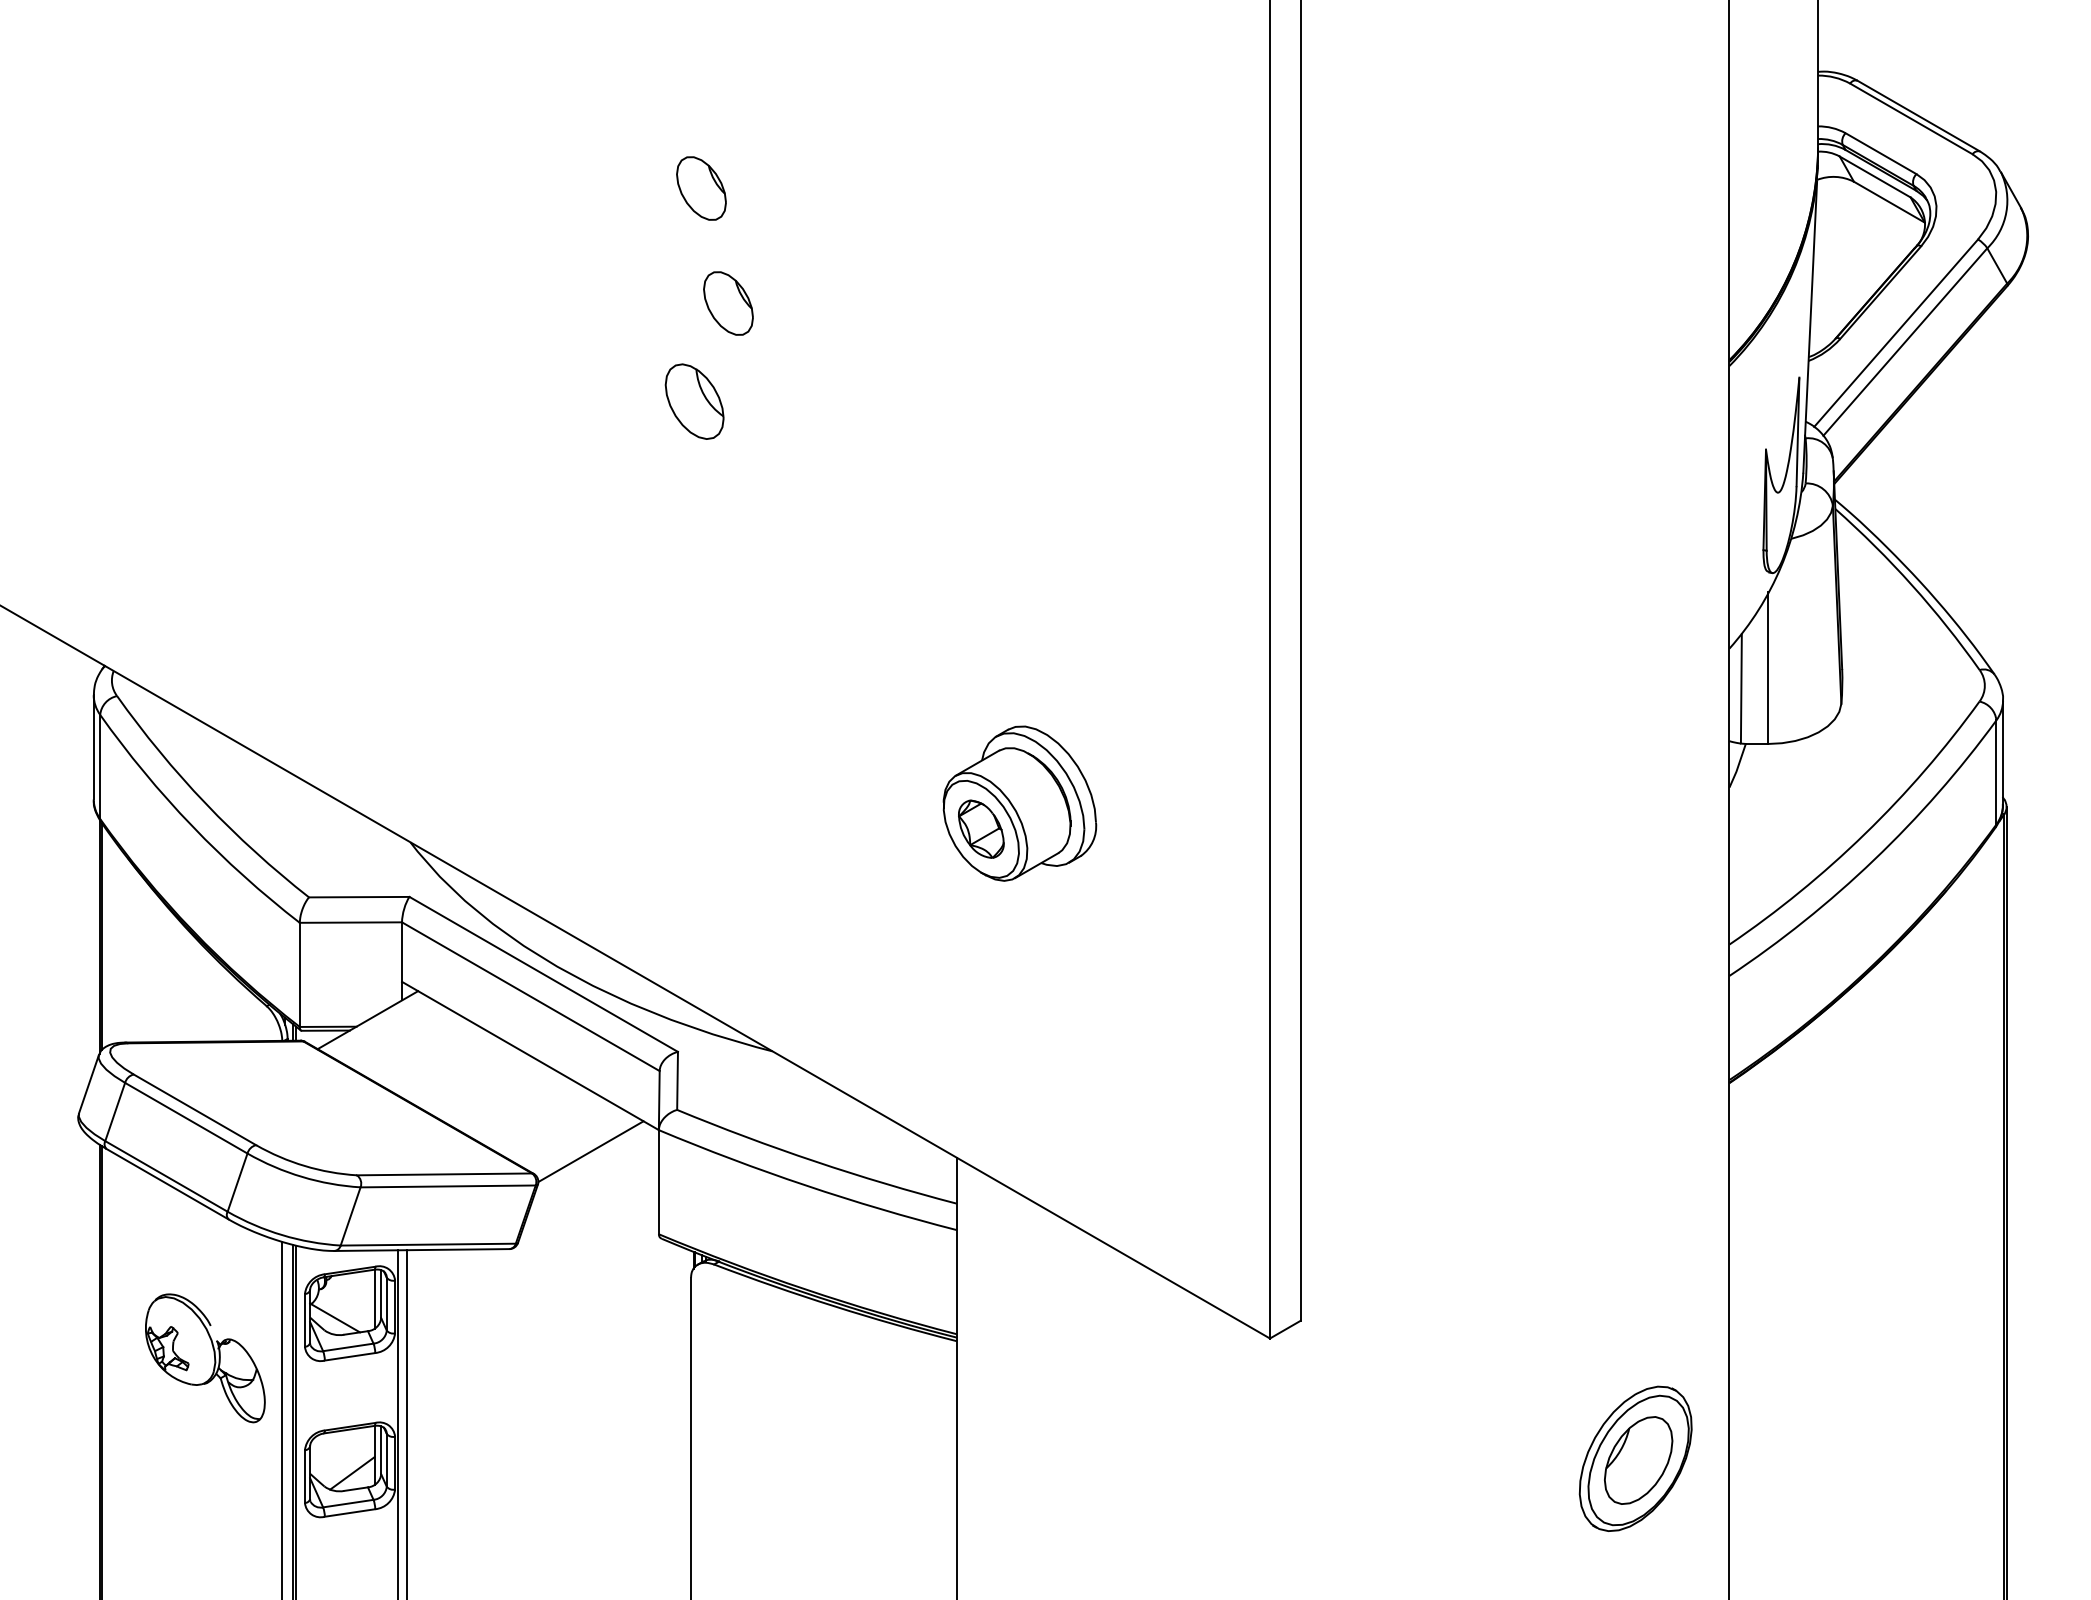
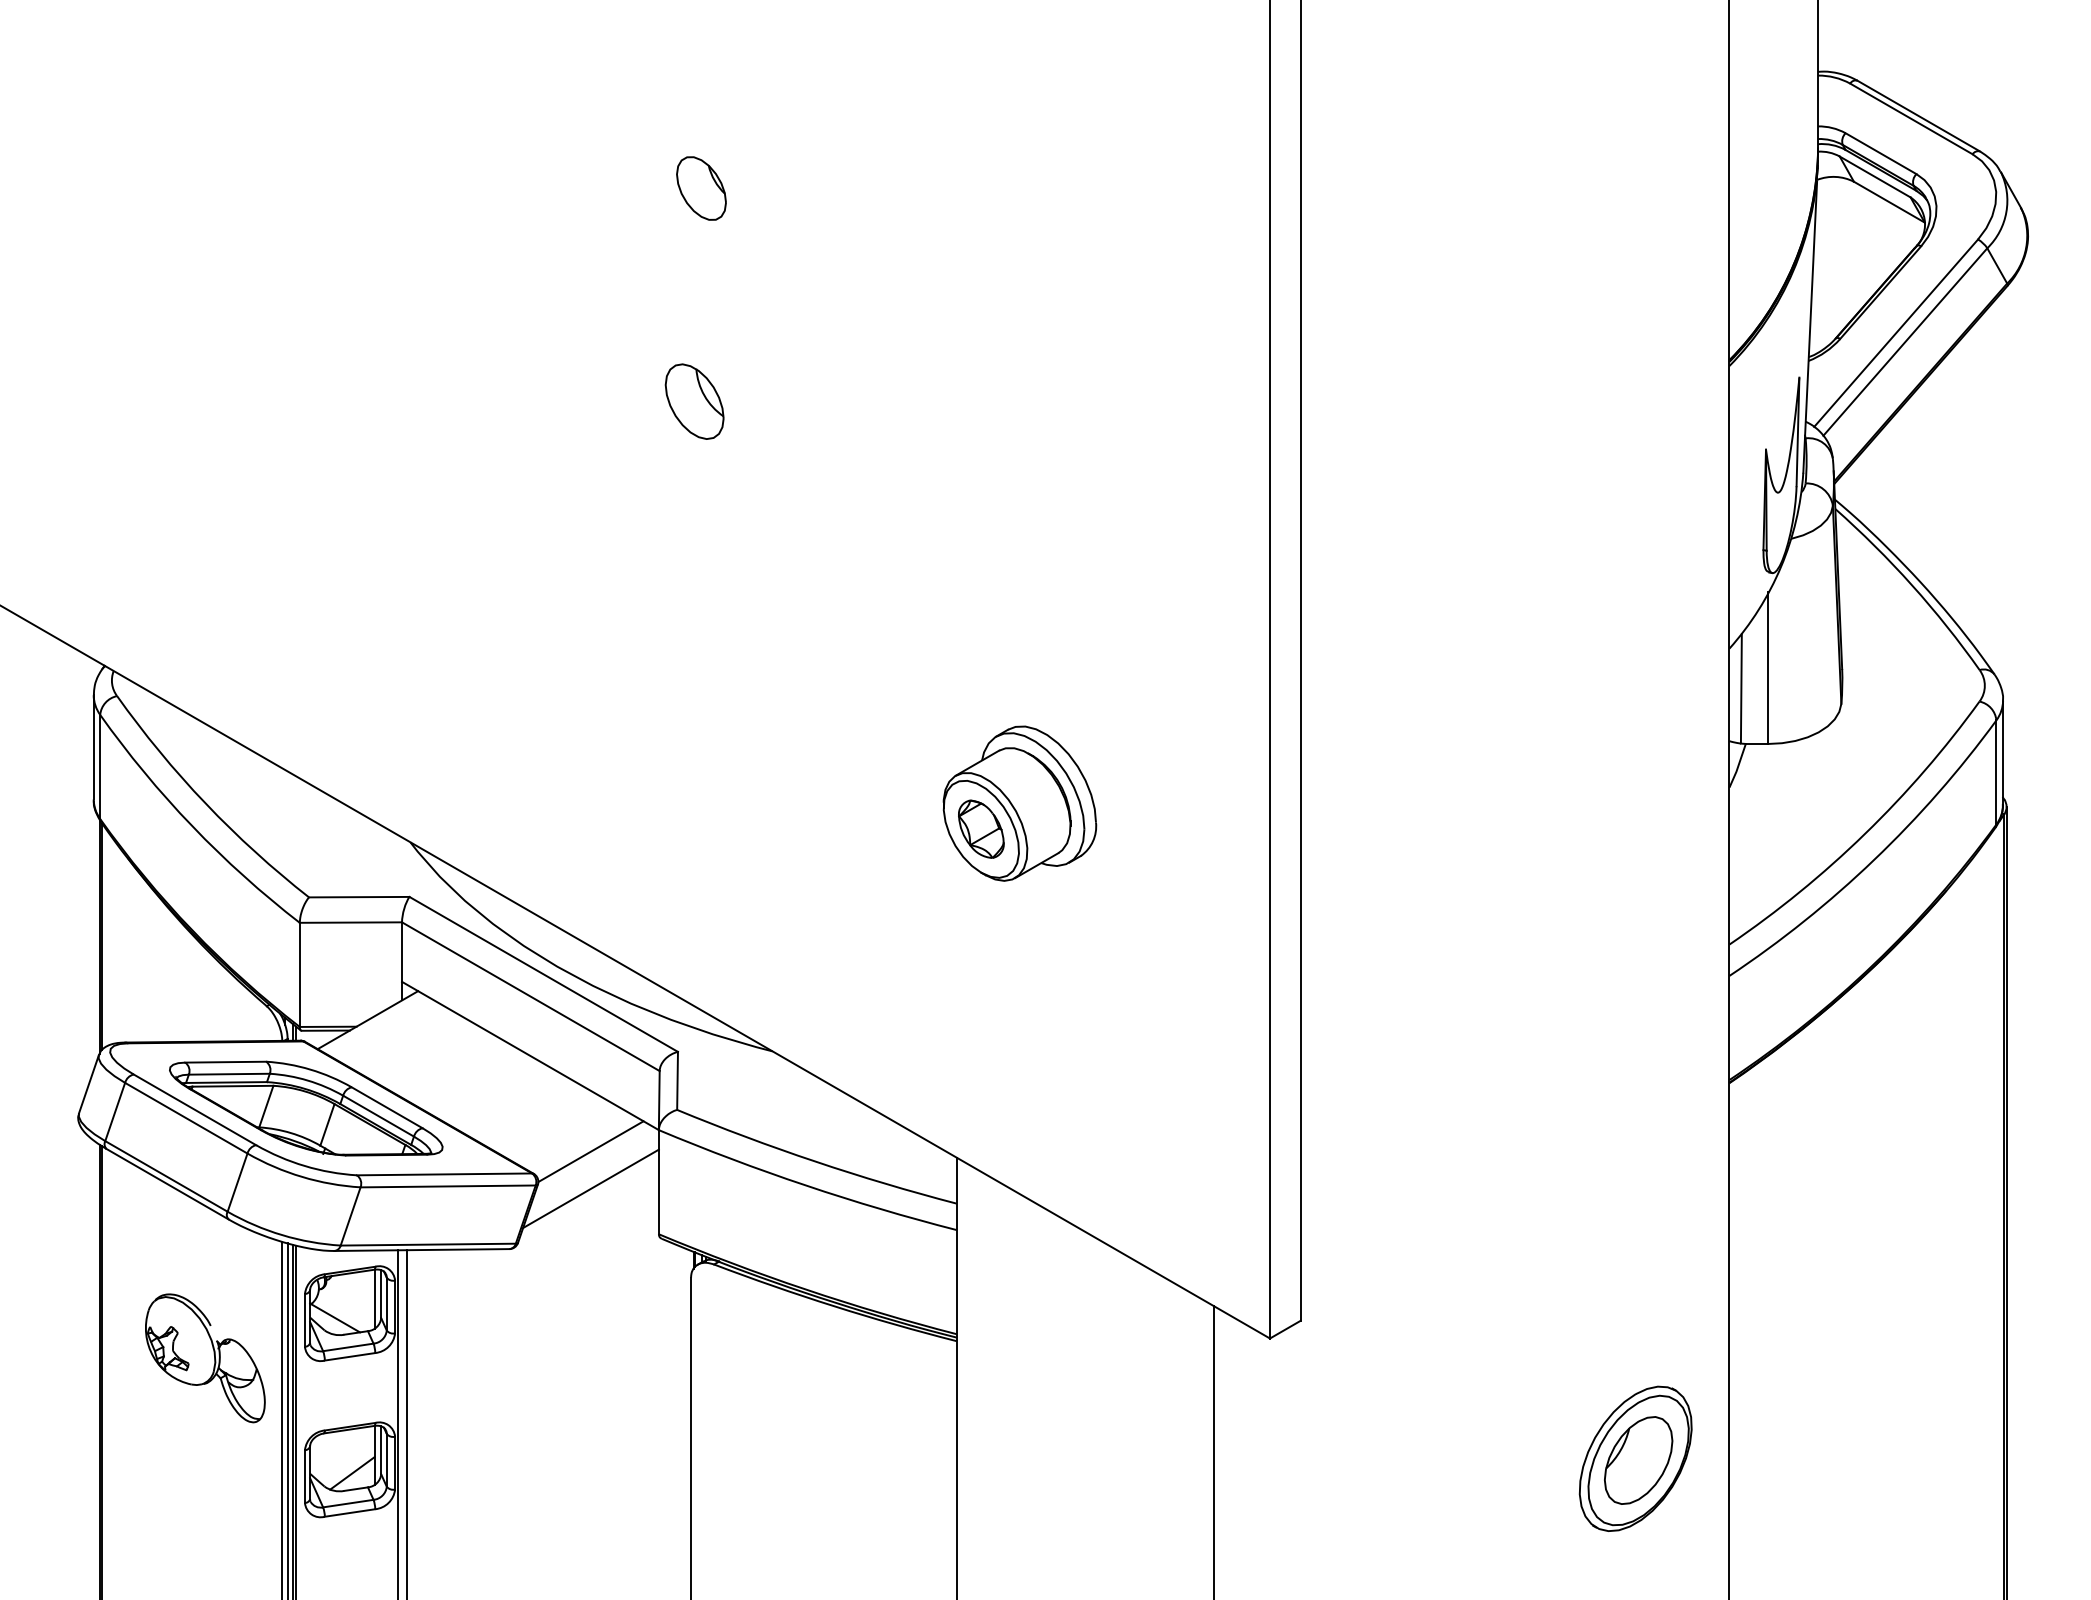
part at (728, 303): present -> none
part at (306, 1108): none -> present
line at (590, 1188): none -> present
line at (287, 1419): none -> present
line at (1214, 1451): none -> present
